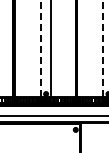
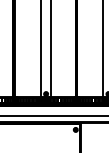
line at (40, 48): dashed -> solid
line at (103, 48): dashed -> solid
